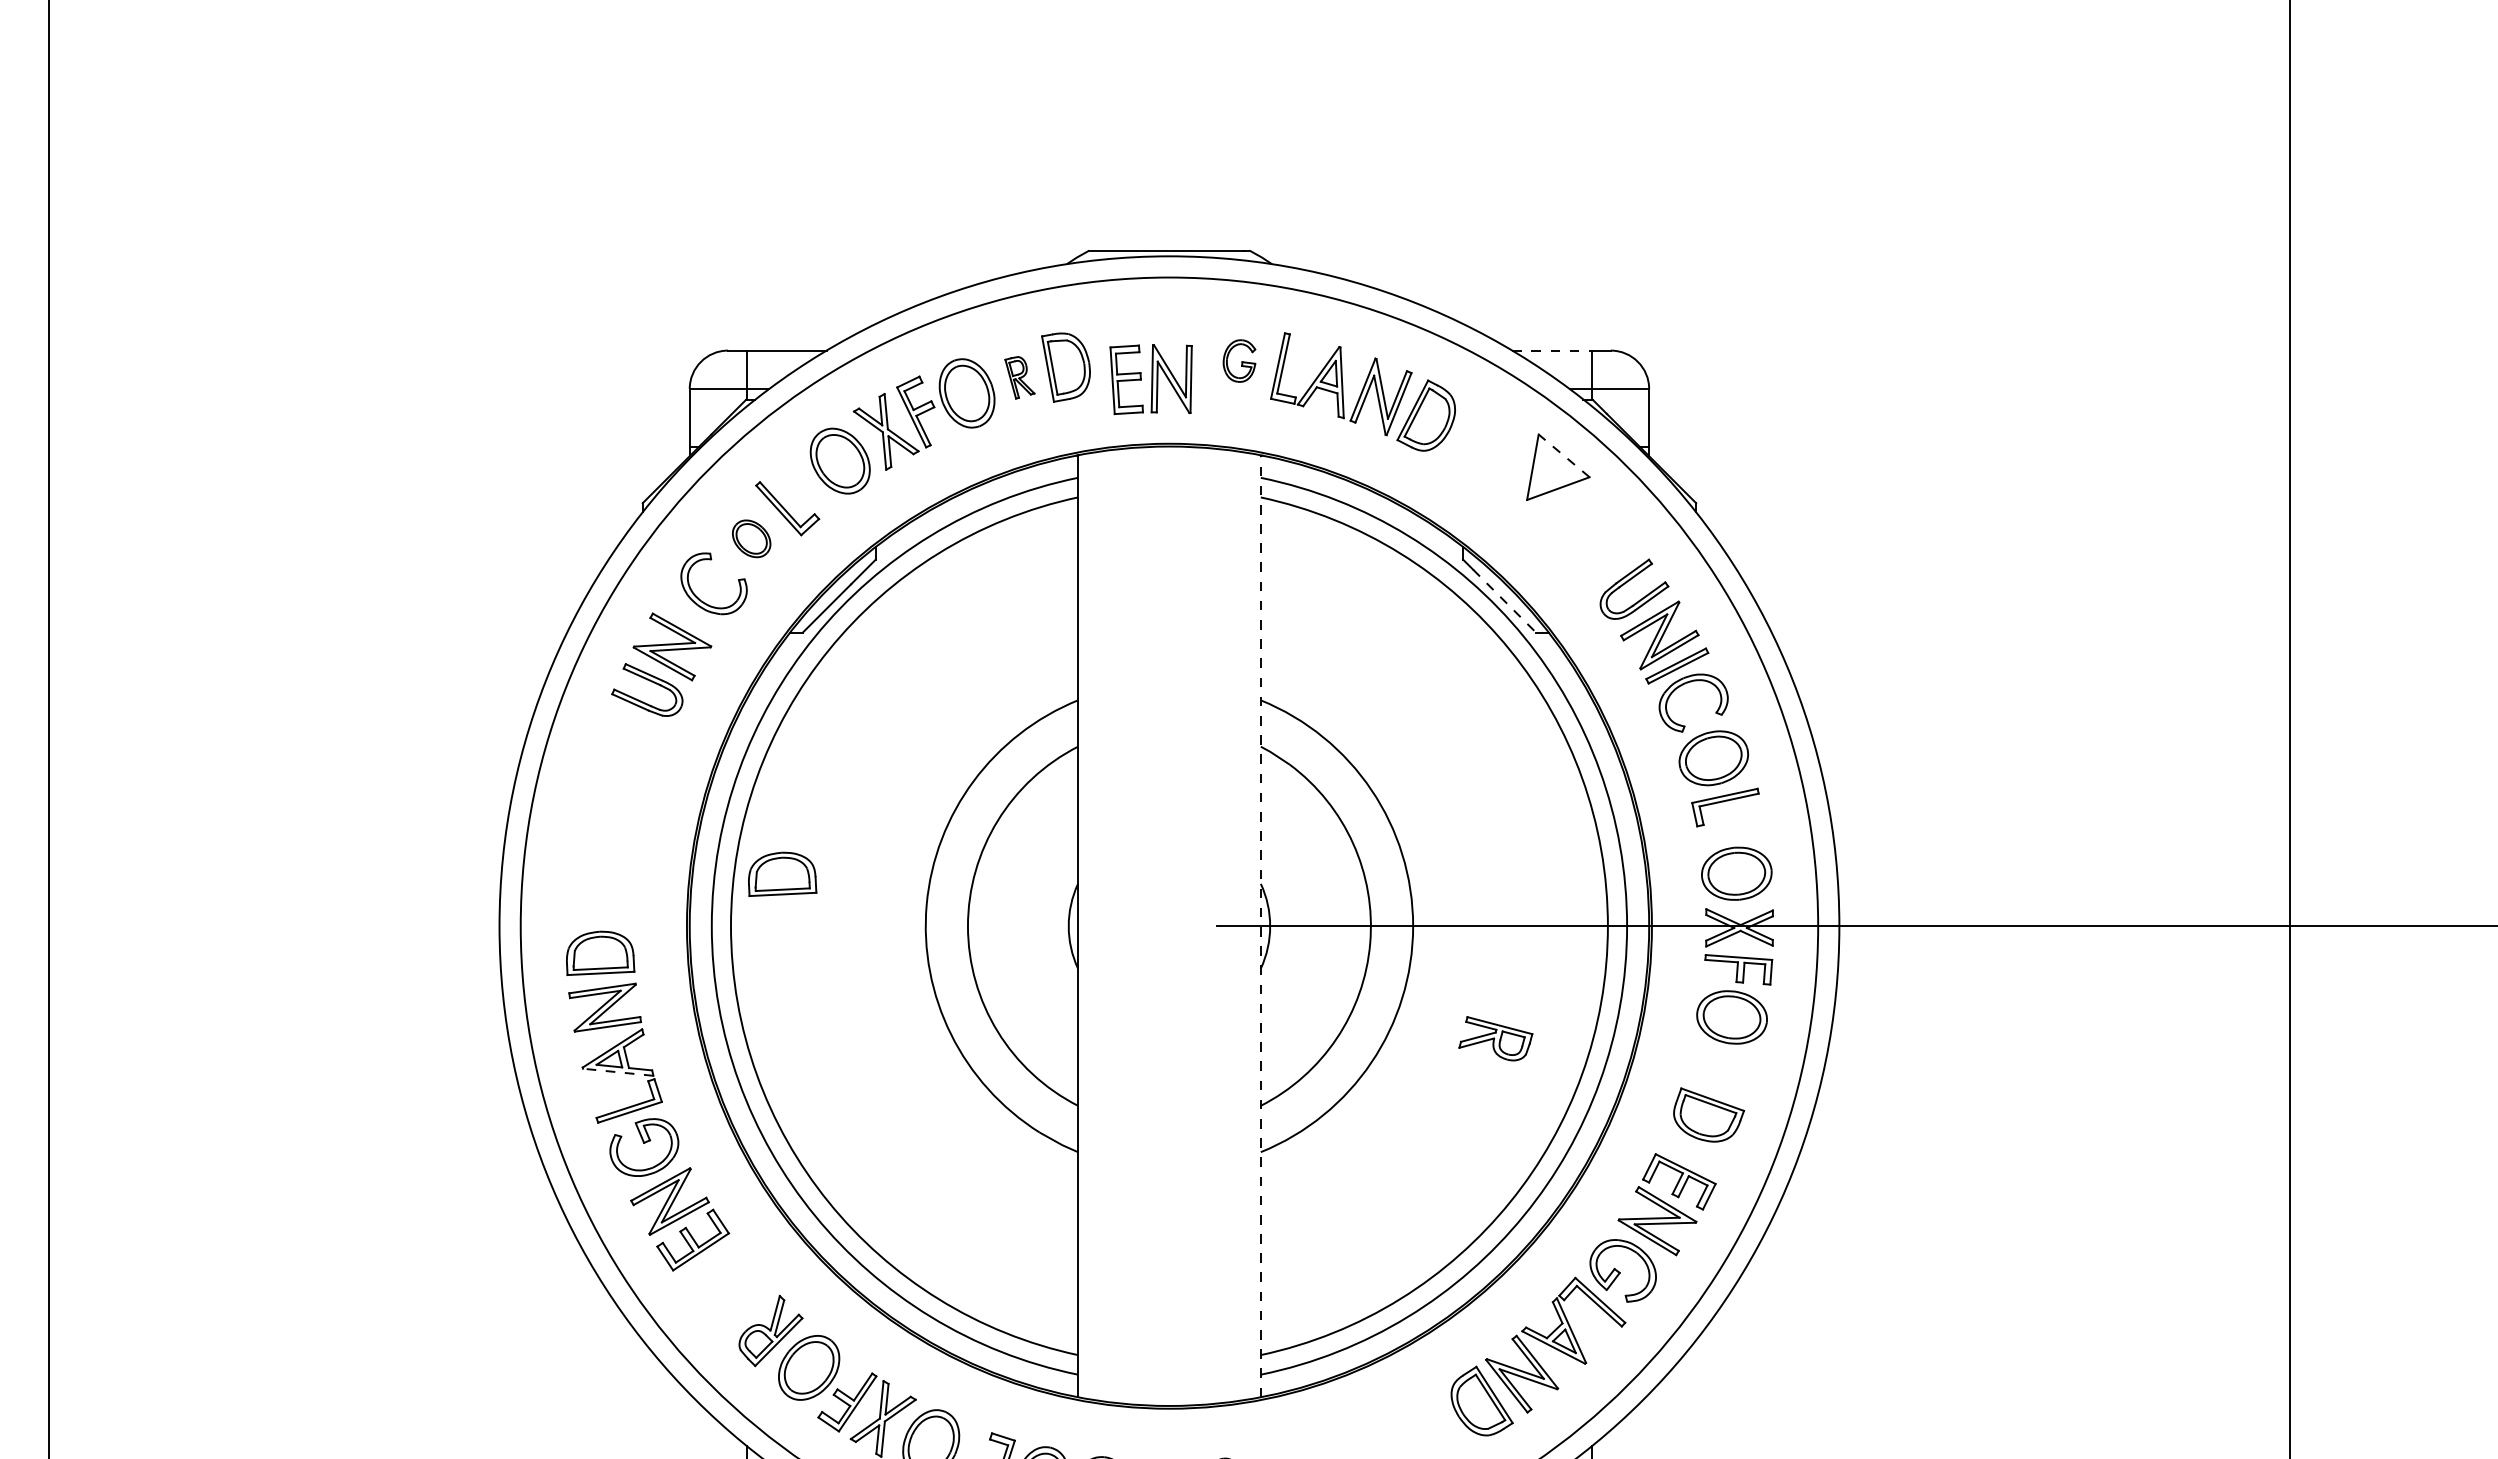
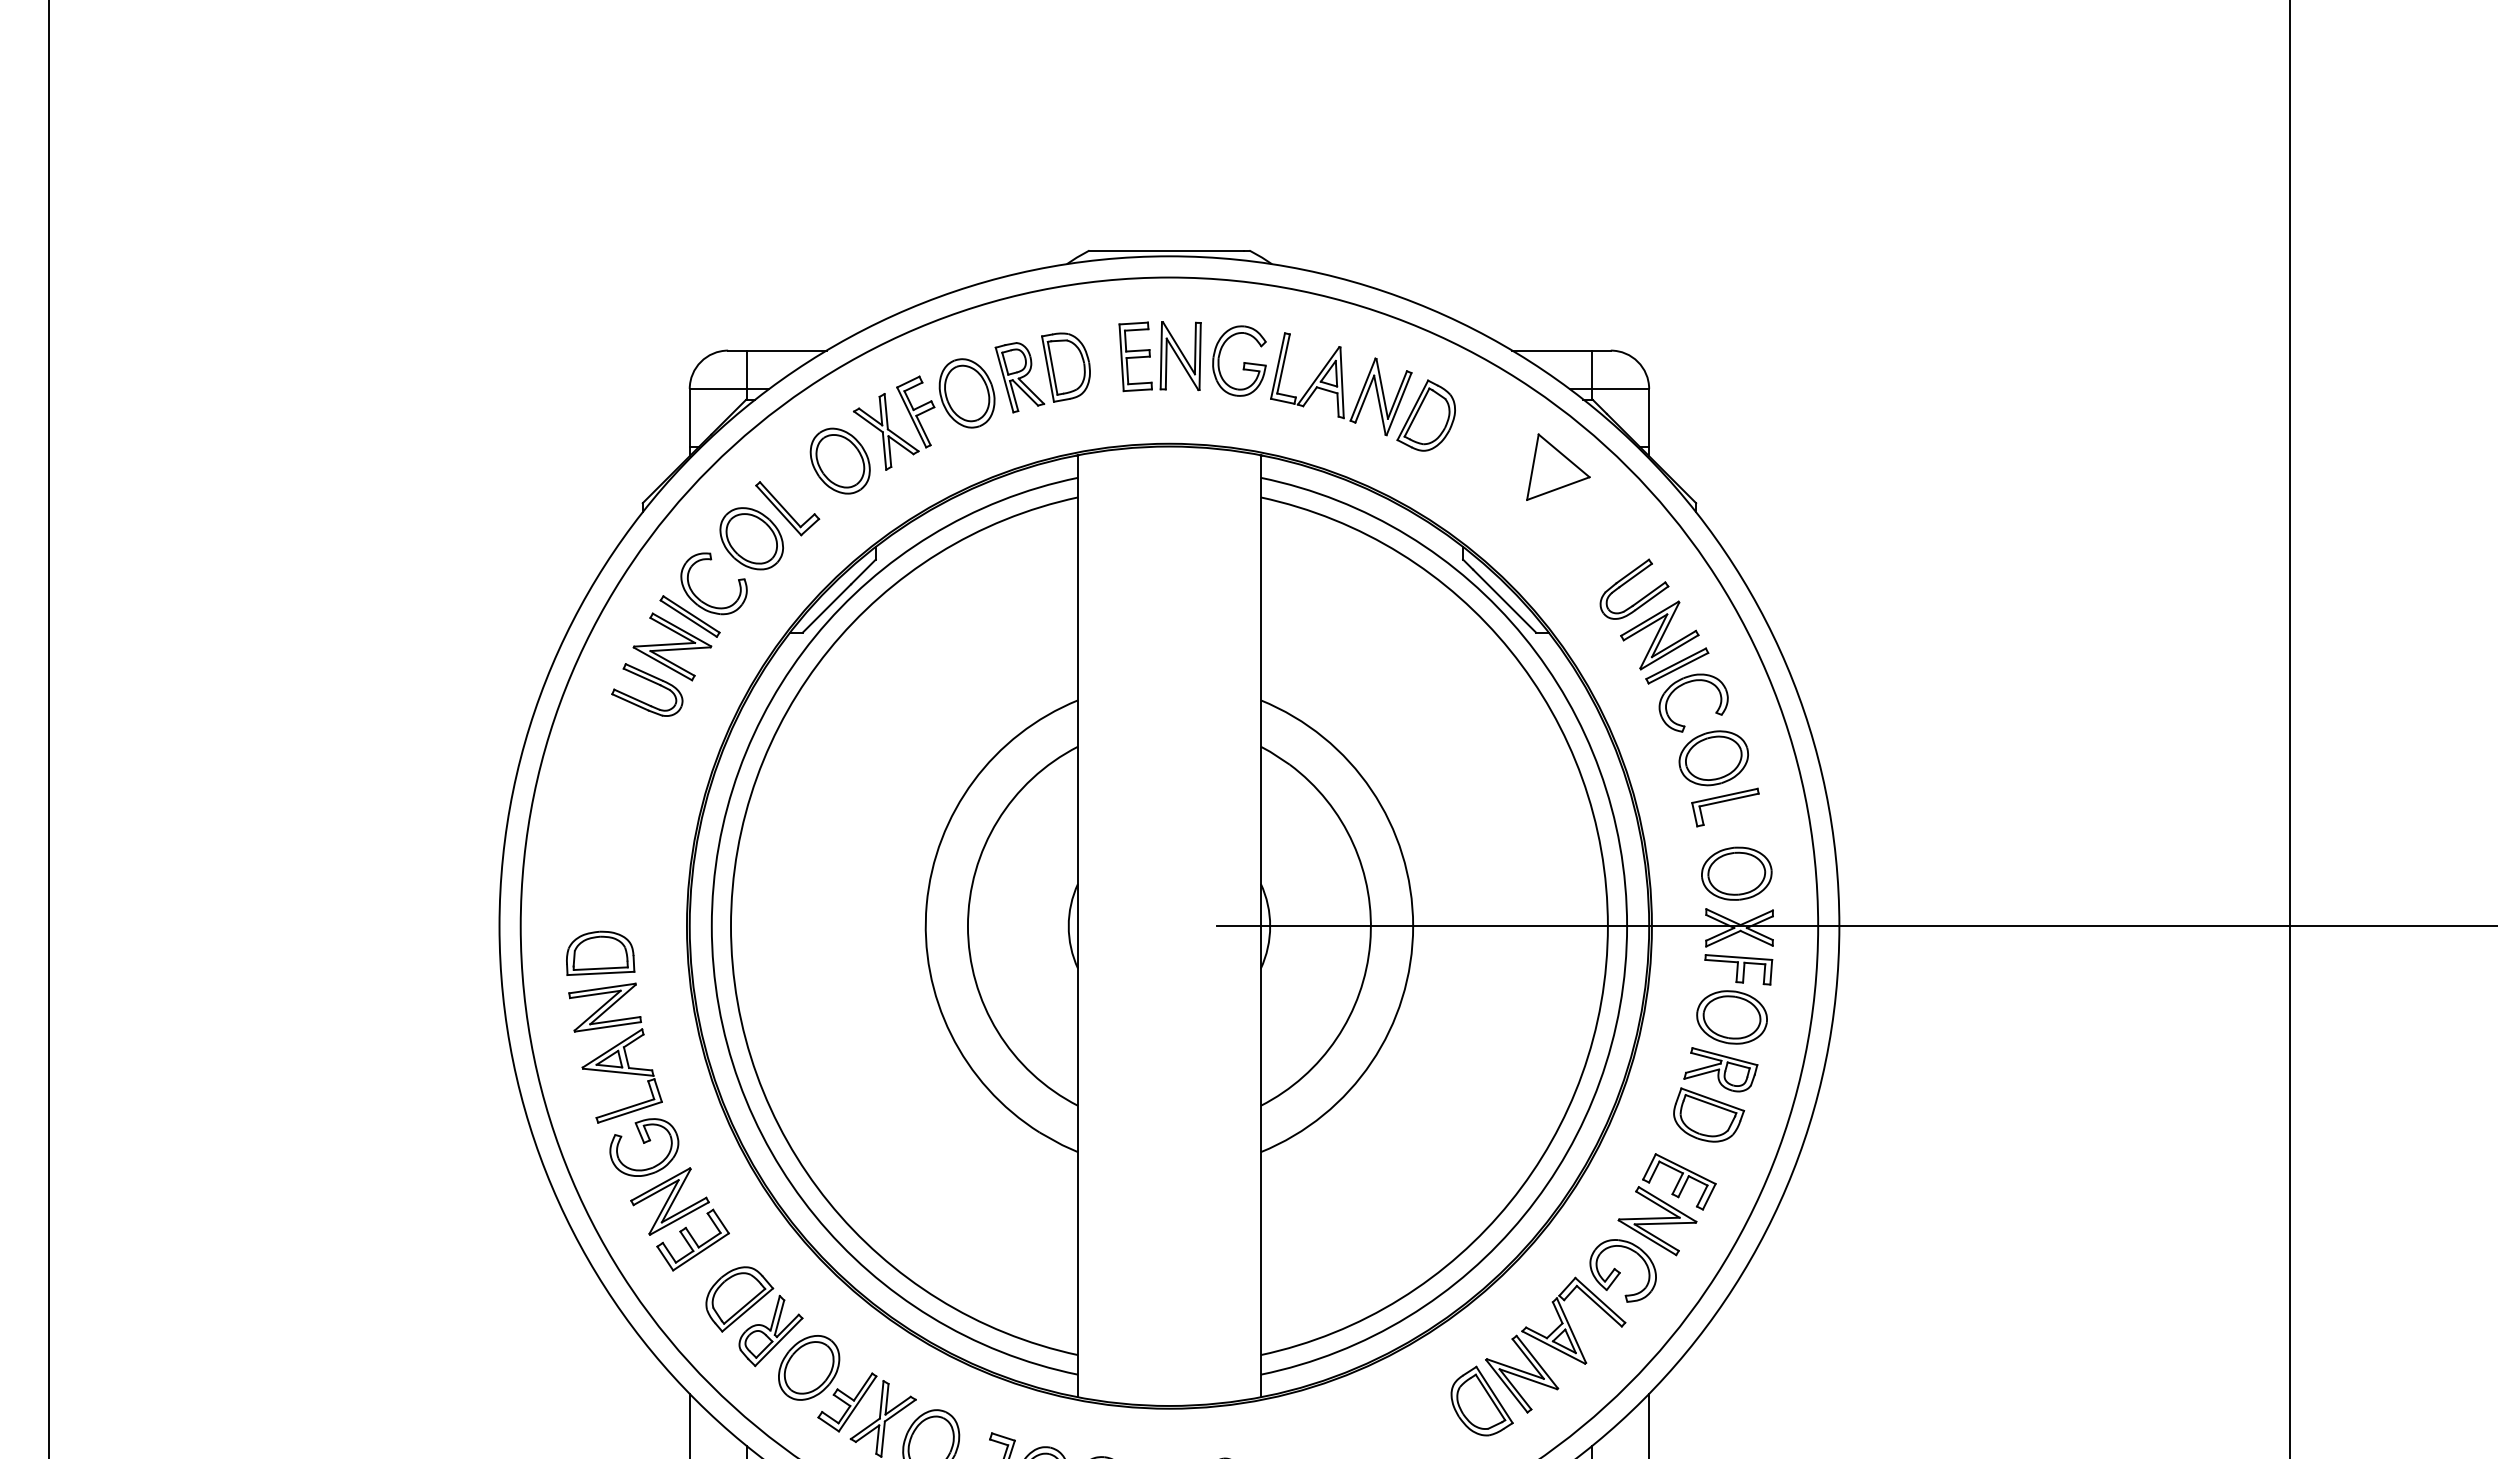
line at (1551, 350): dashed -> solid
part at (1239, 360) size: 35x44 px -> 55x72 px
part at (1019, 377) size: 32x44 px -> 52x72 px
part at (1150, 379) position: (1150, 379) -> (1159, 356)
line at (1563, 455): dashed -> solid
part at (751, 538) size: 40x40 px -> 65x64 px
line at (1504, 601): dashed -> solid
part at (689, 616): none -> present
part at (782, 873): present -> none
line at (1260, 926): dashed -> solid
part at (1495, 1038) position: (1495, 1038) -> (1720, 1069)
line at (617, 1072): dashed -> solid
part at (739, 1299): none -> present
line at (689, 1424): none -> present
line at (1649, 1424): none -> present
